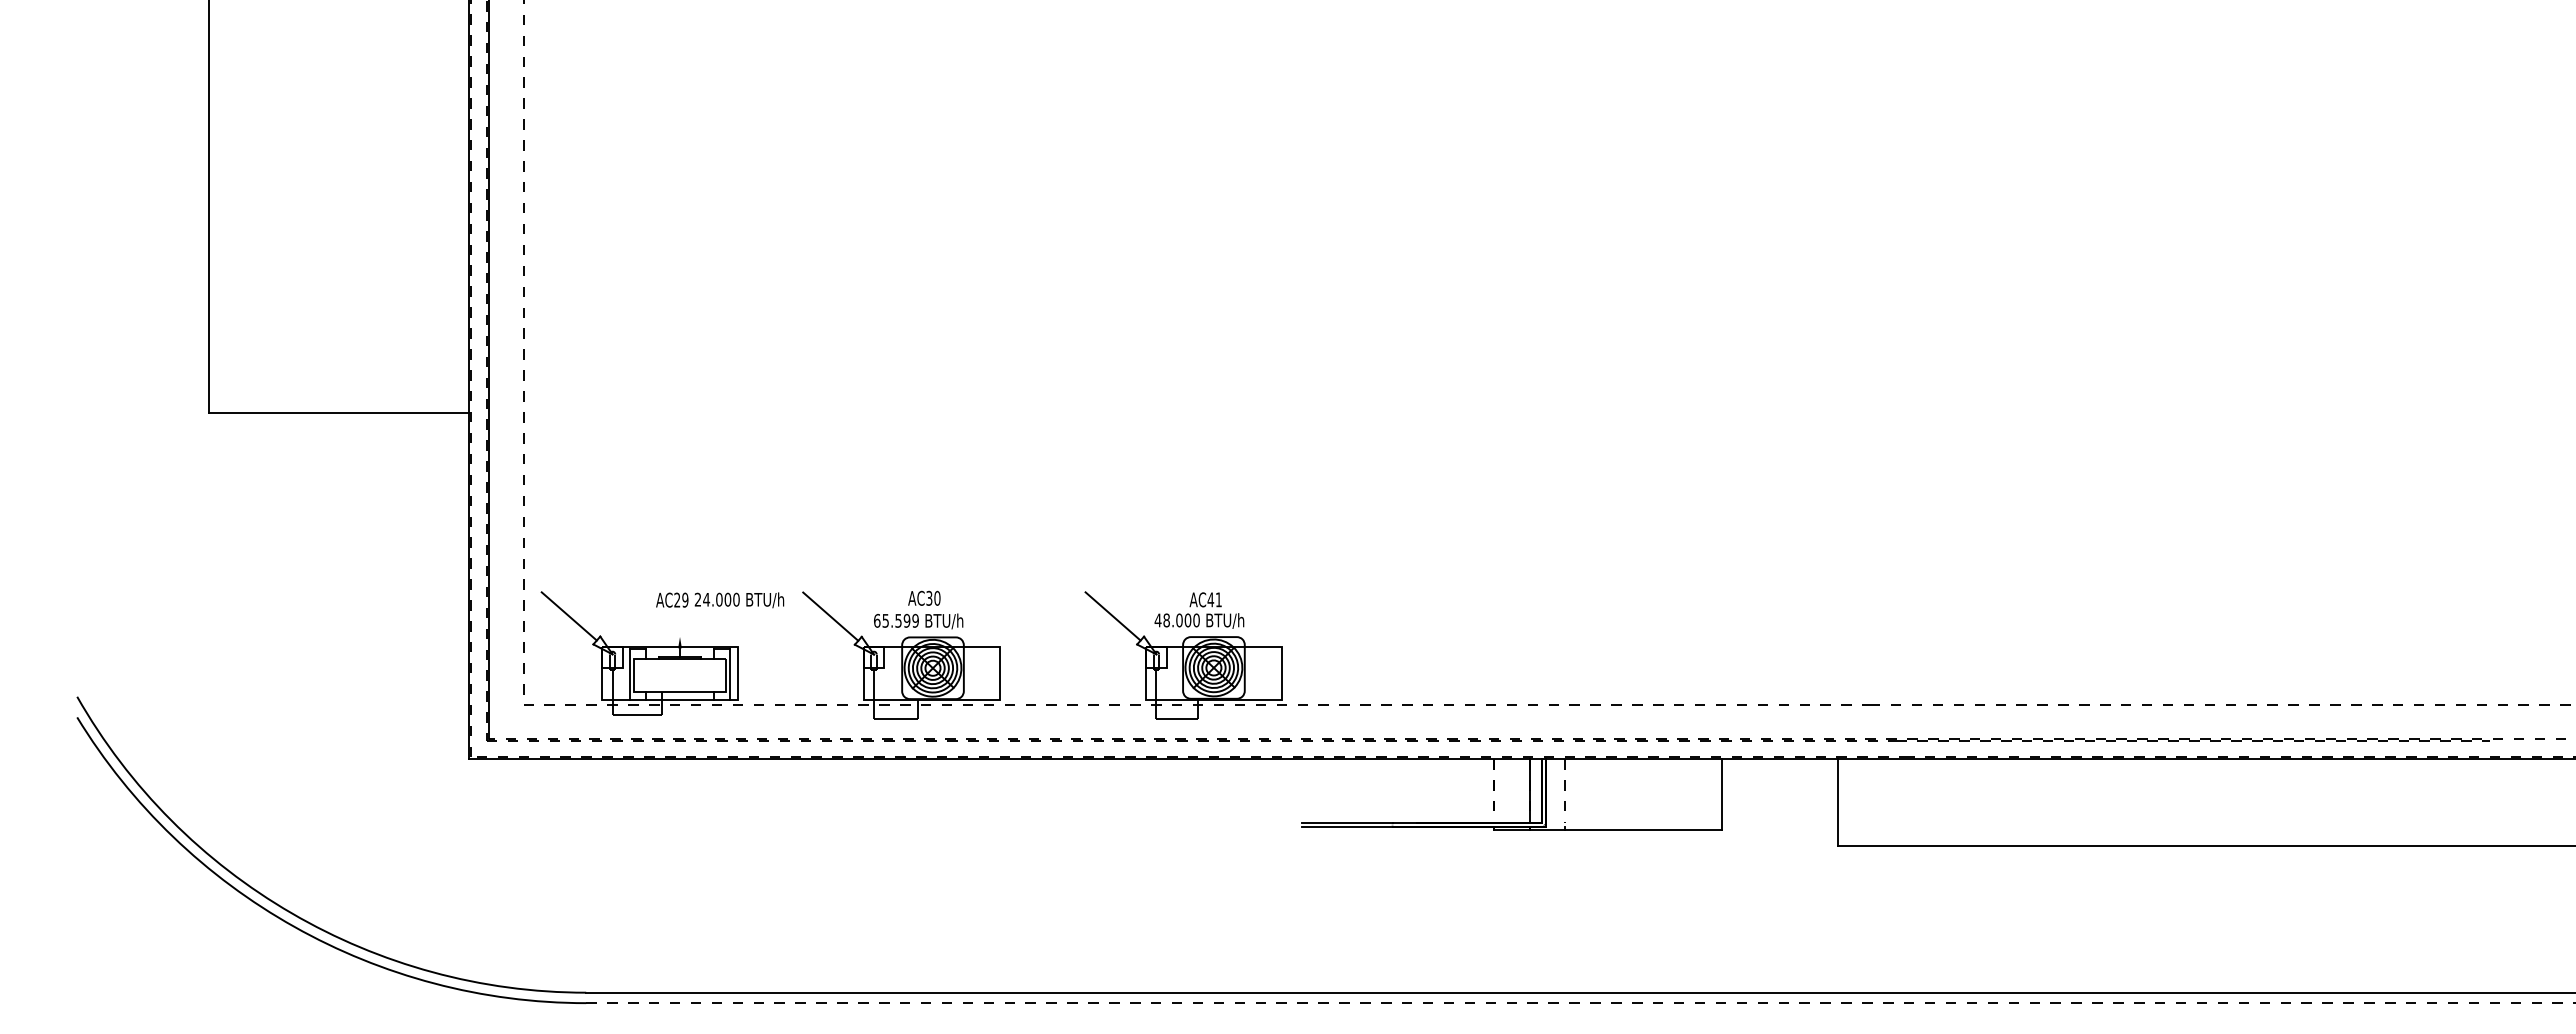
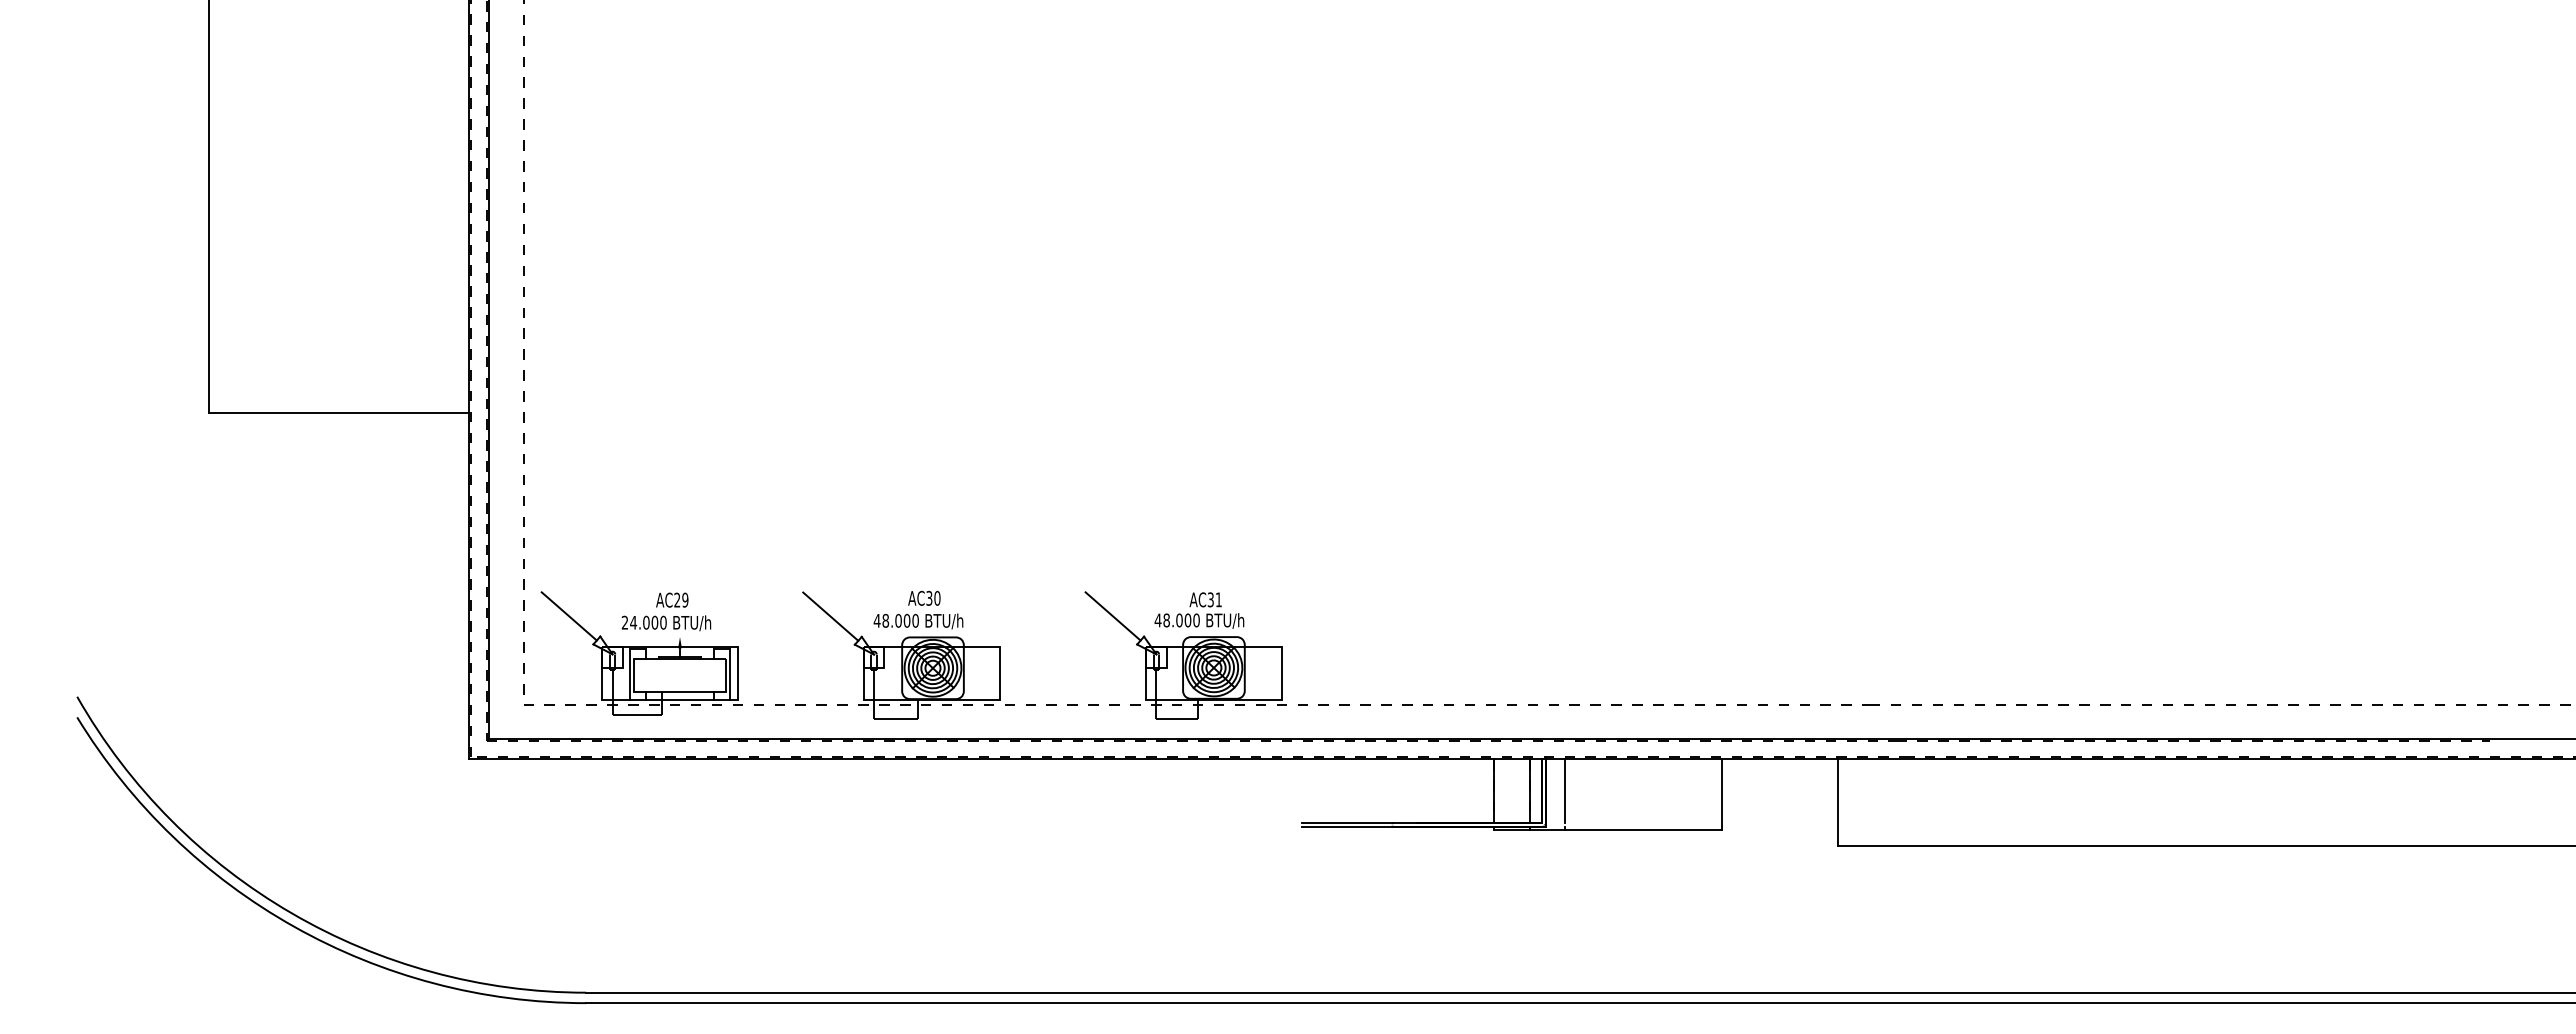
text at (1210, 599): AC41 -> AC31
text at (739, 600) position: (739, 600) -> (666, 623)
text at (895, 620): 65.599 -> 48.000
line at (1532, 739): dashed -> solid
line at (1494, 791): dashed -> solid
line at (1565, 791): dashed -> solid
line at (1581, 1003): dashed -> solid
